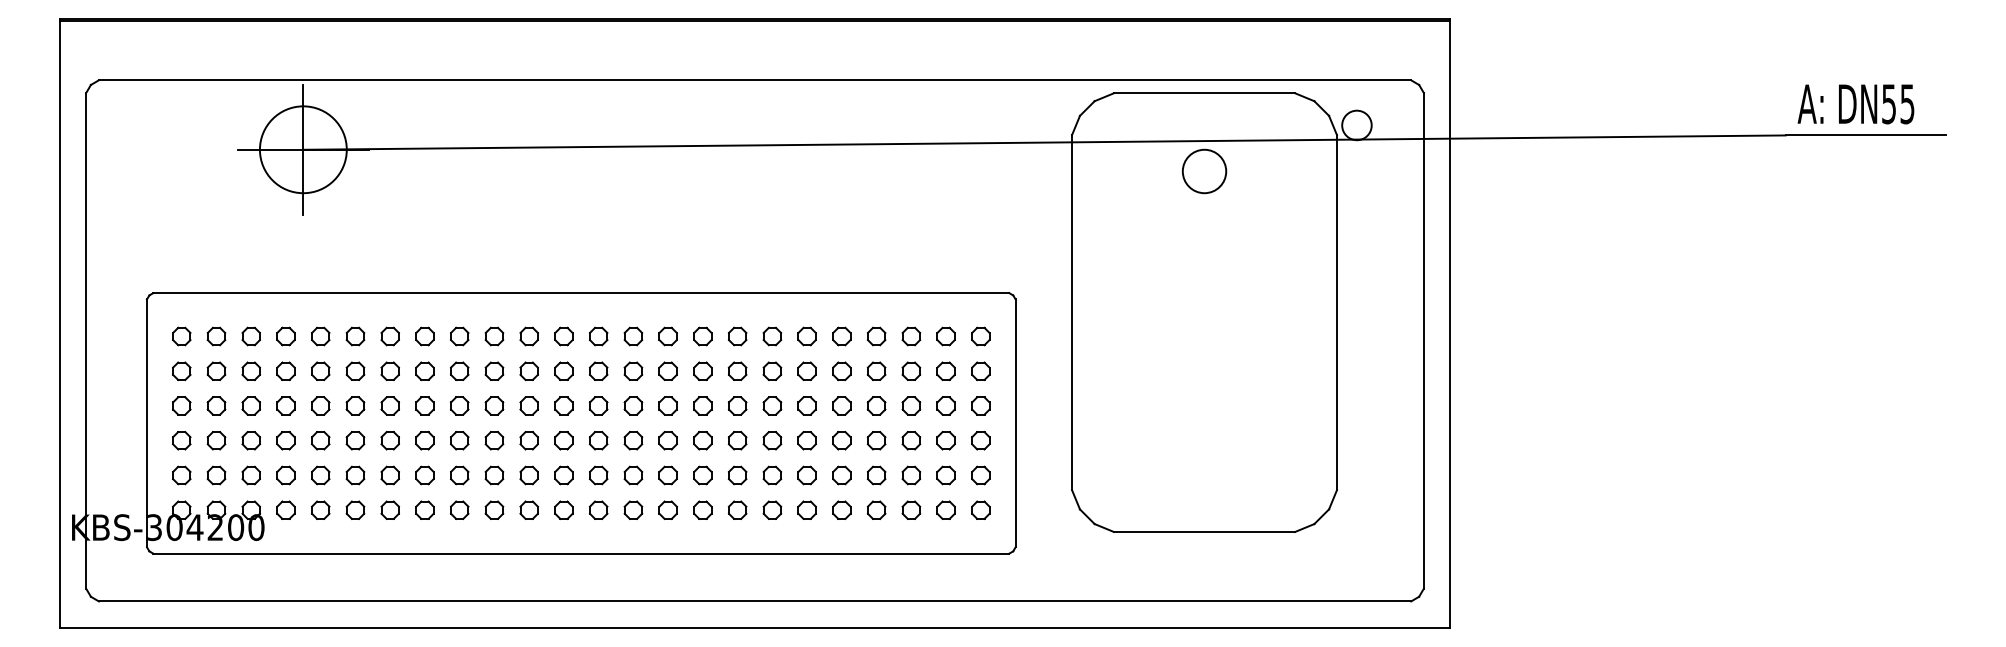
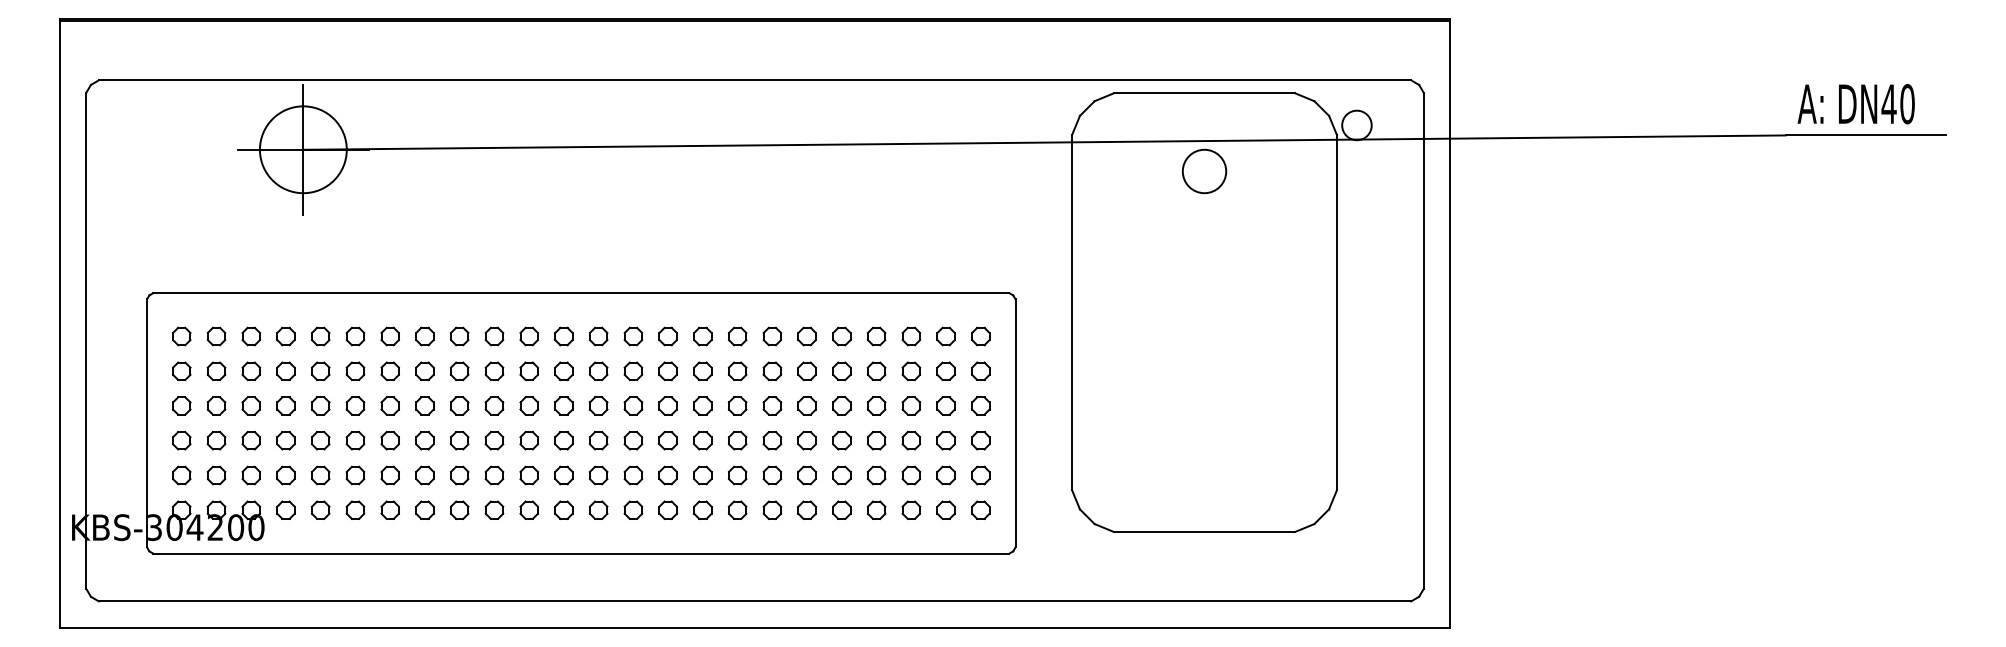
text at (1897, 104): DN55 -> DN40
